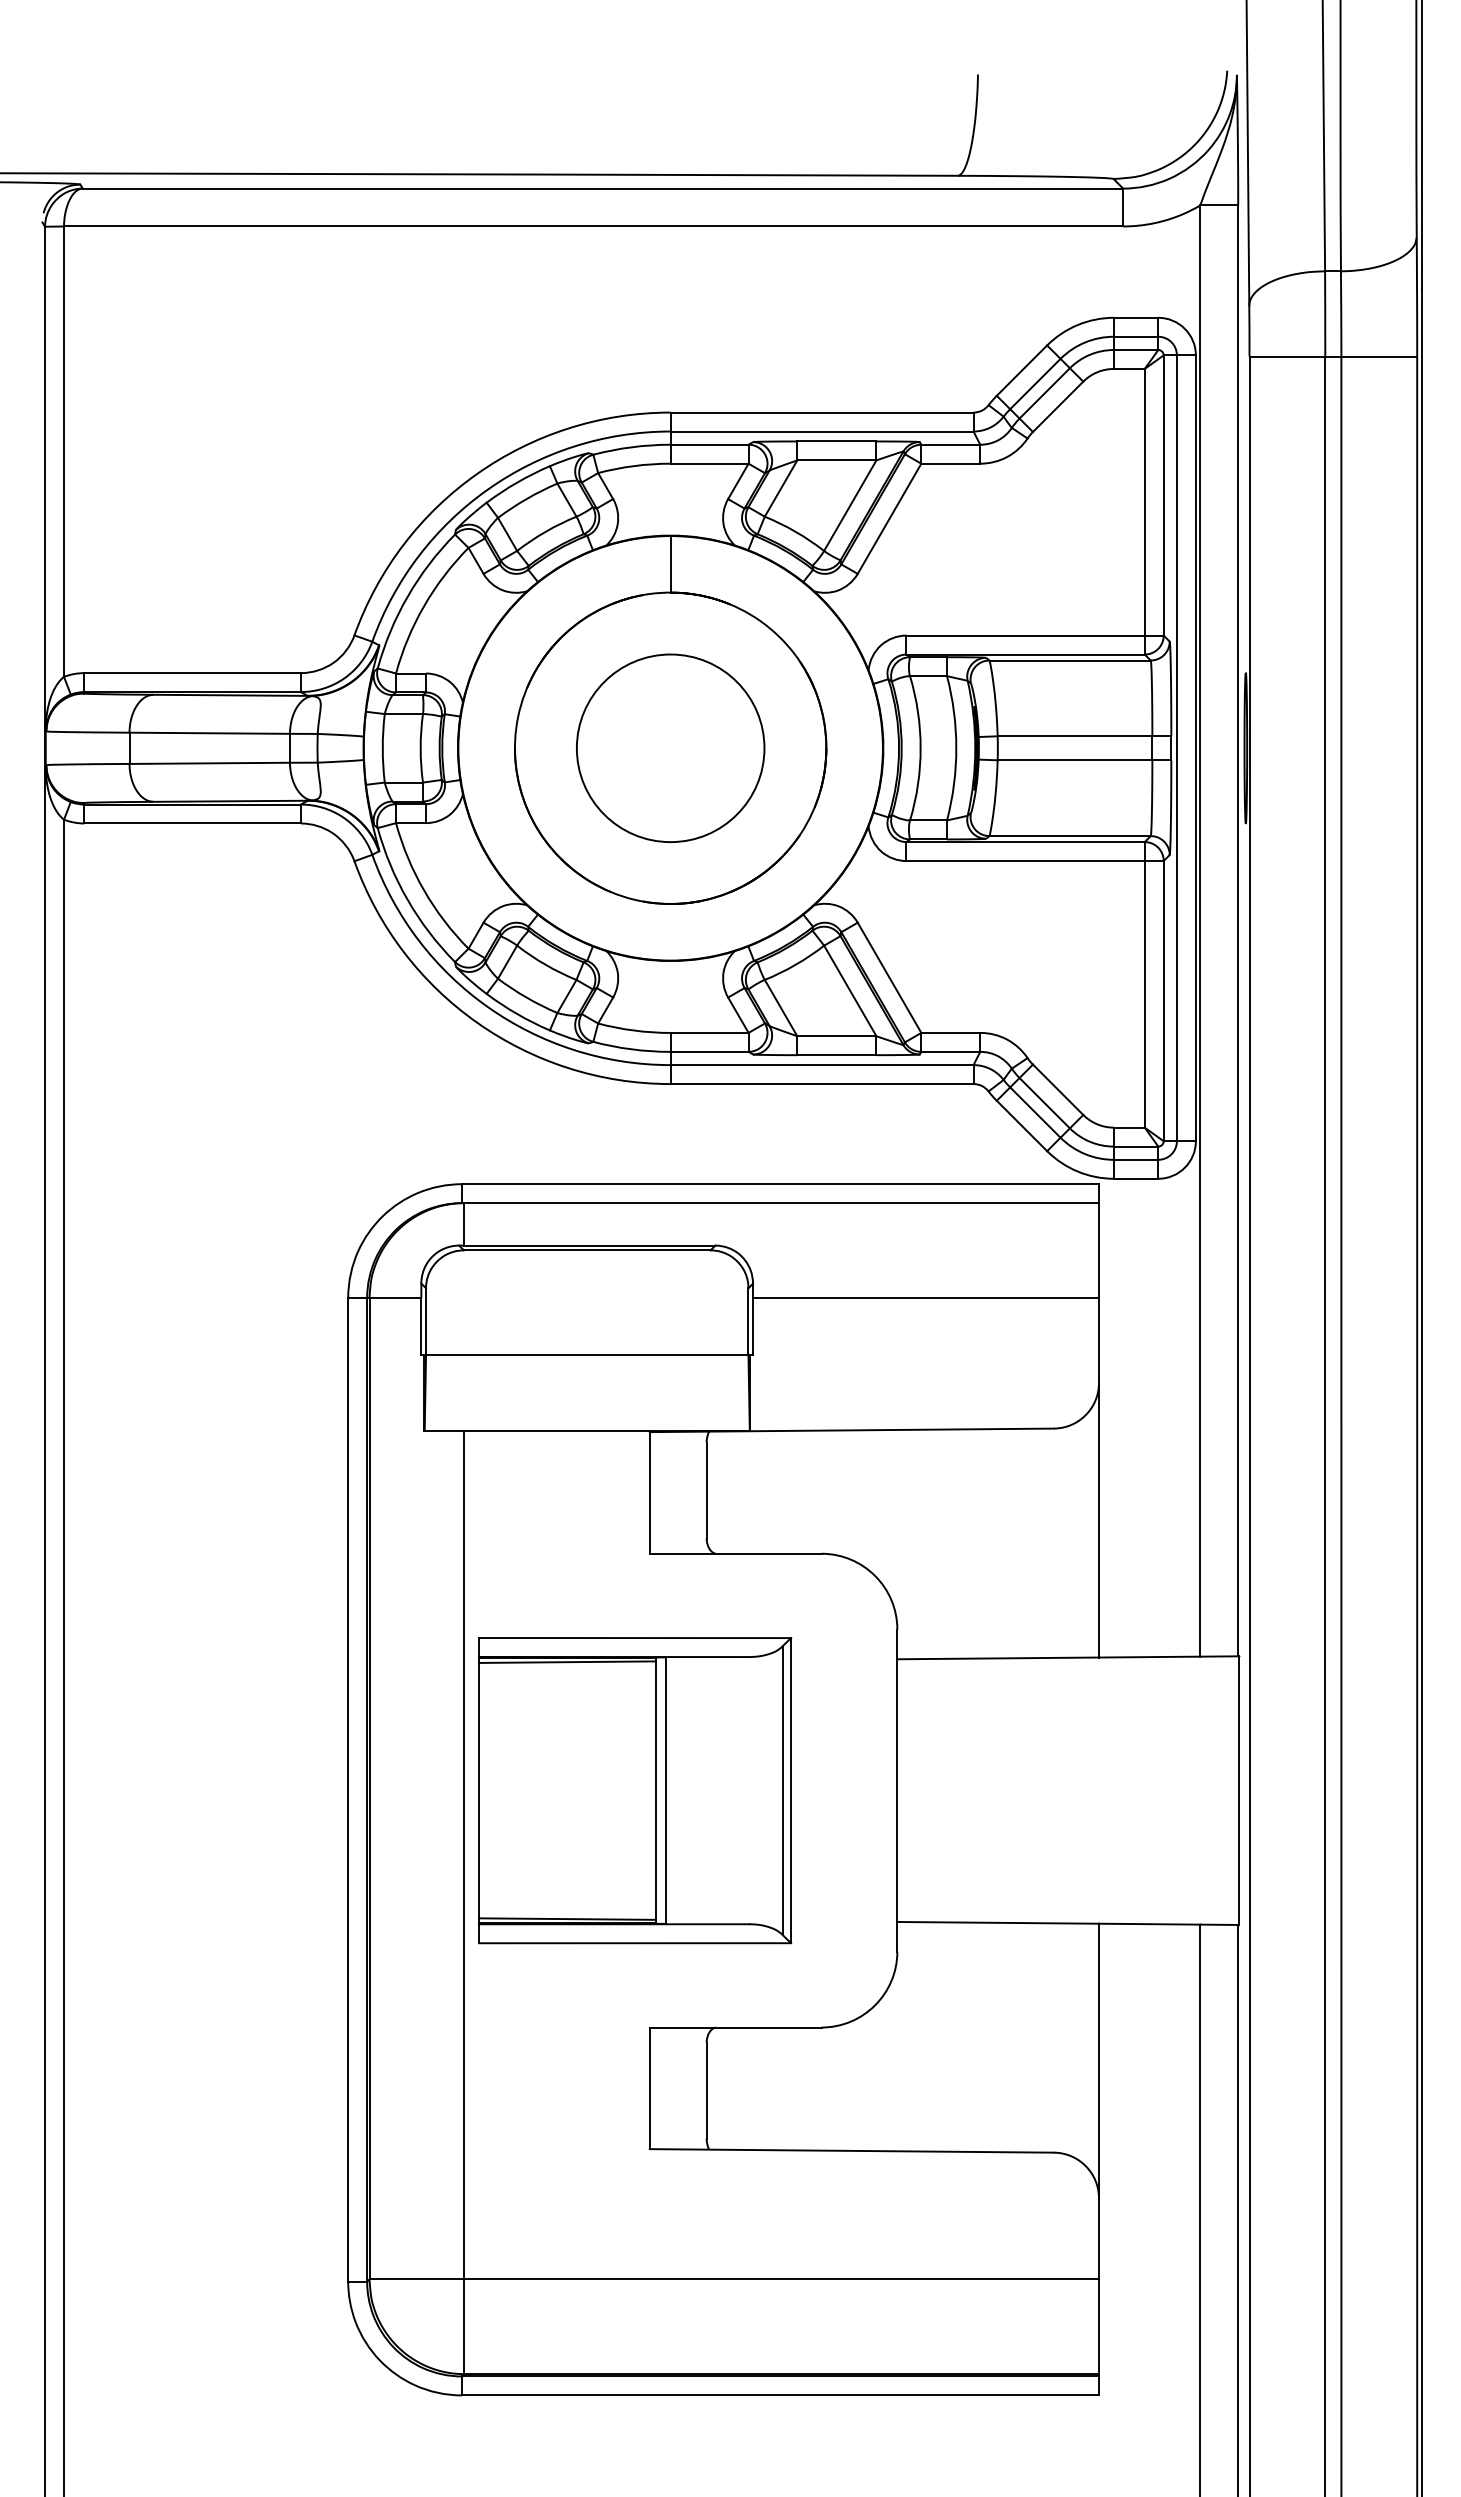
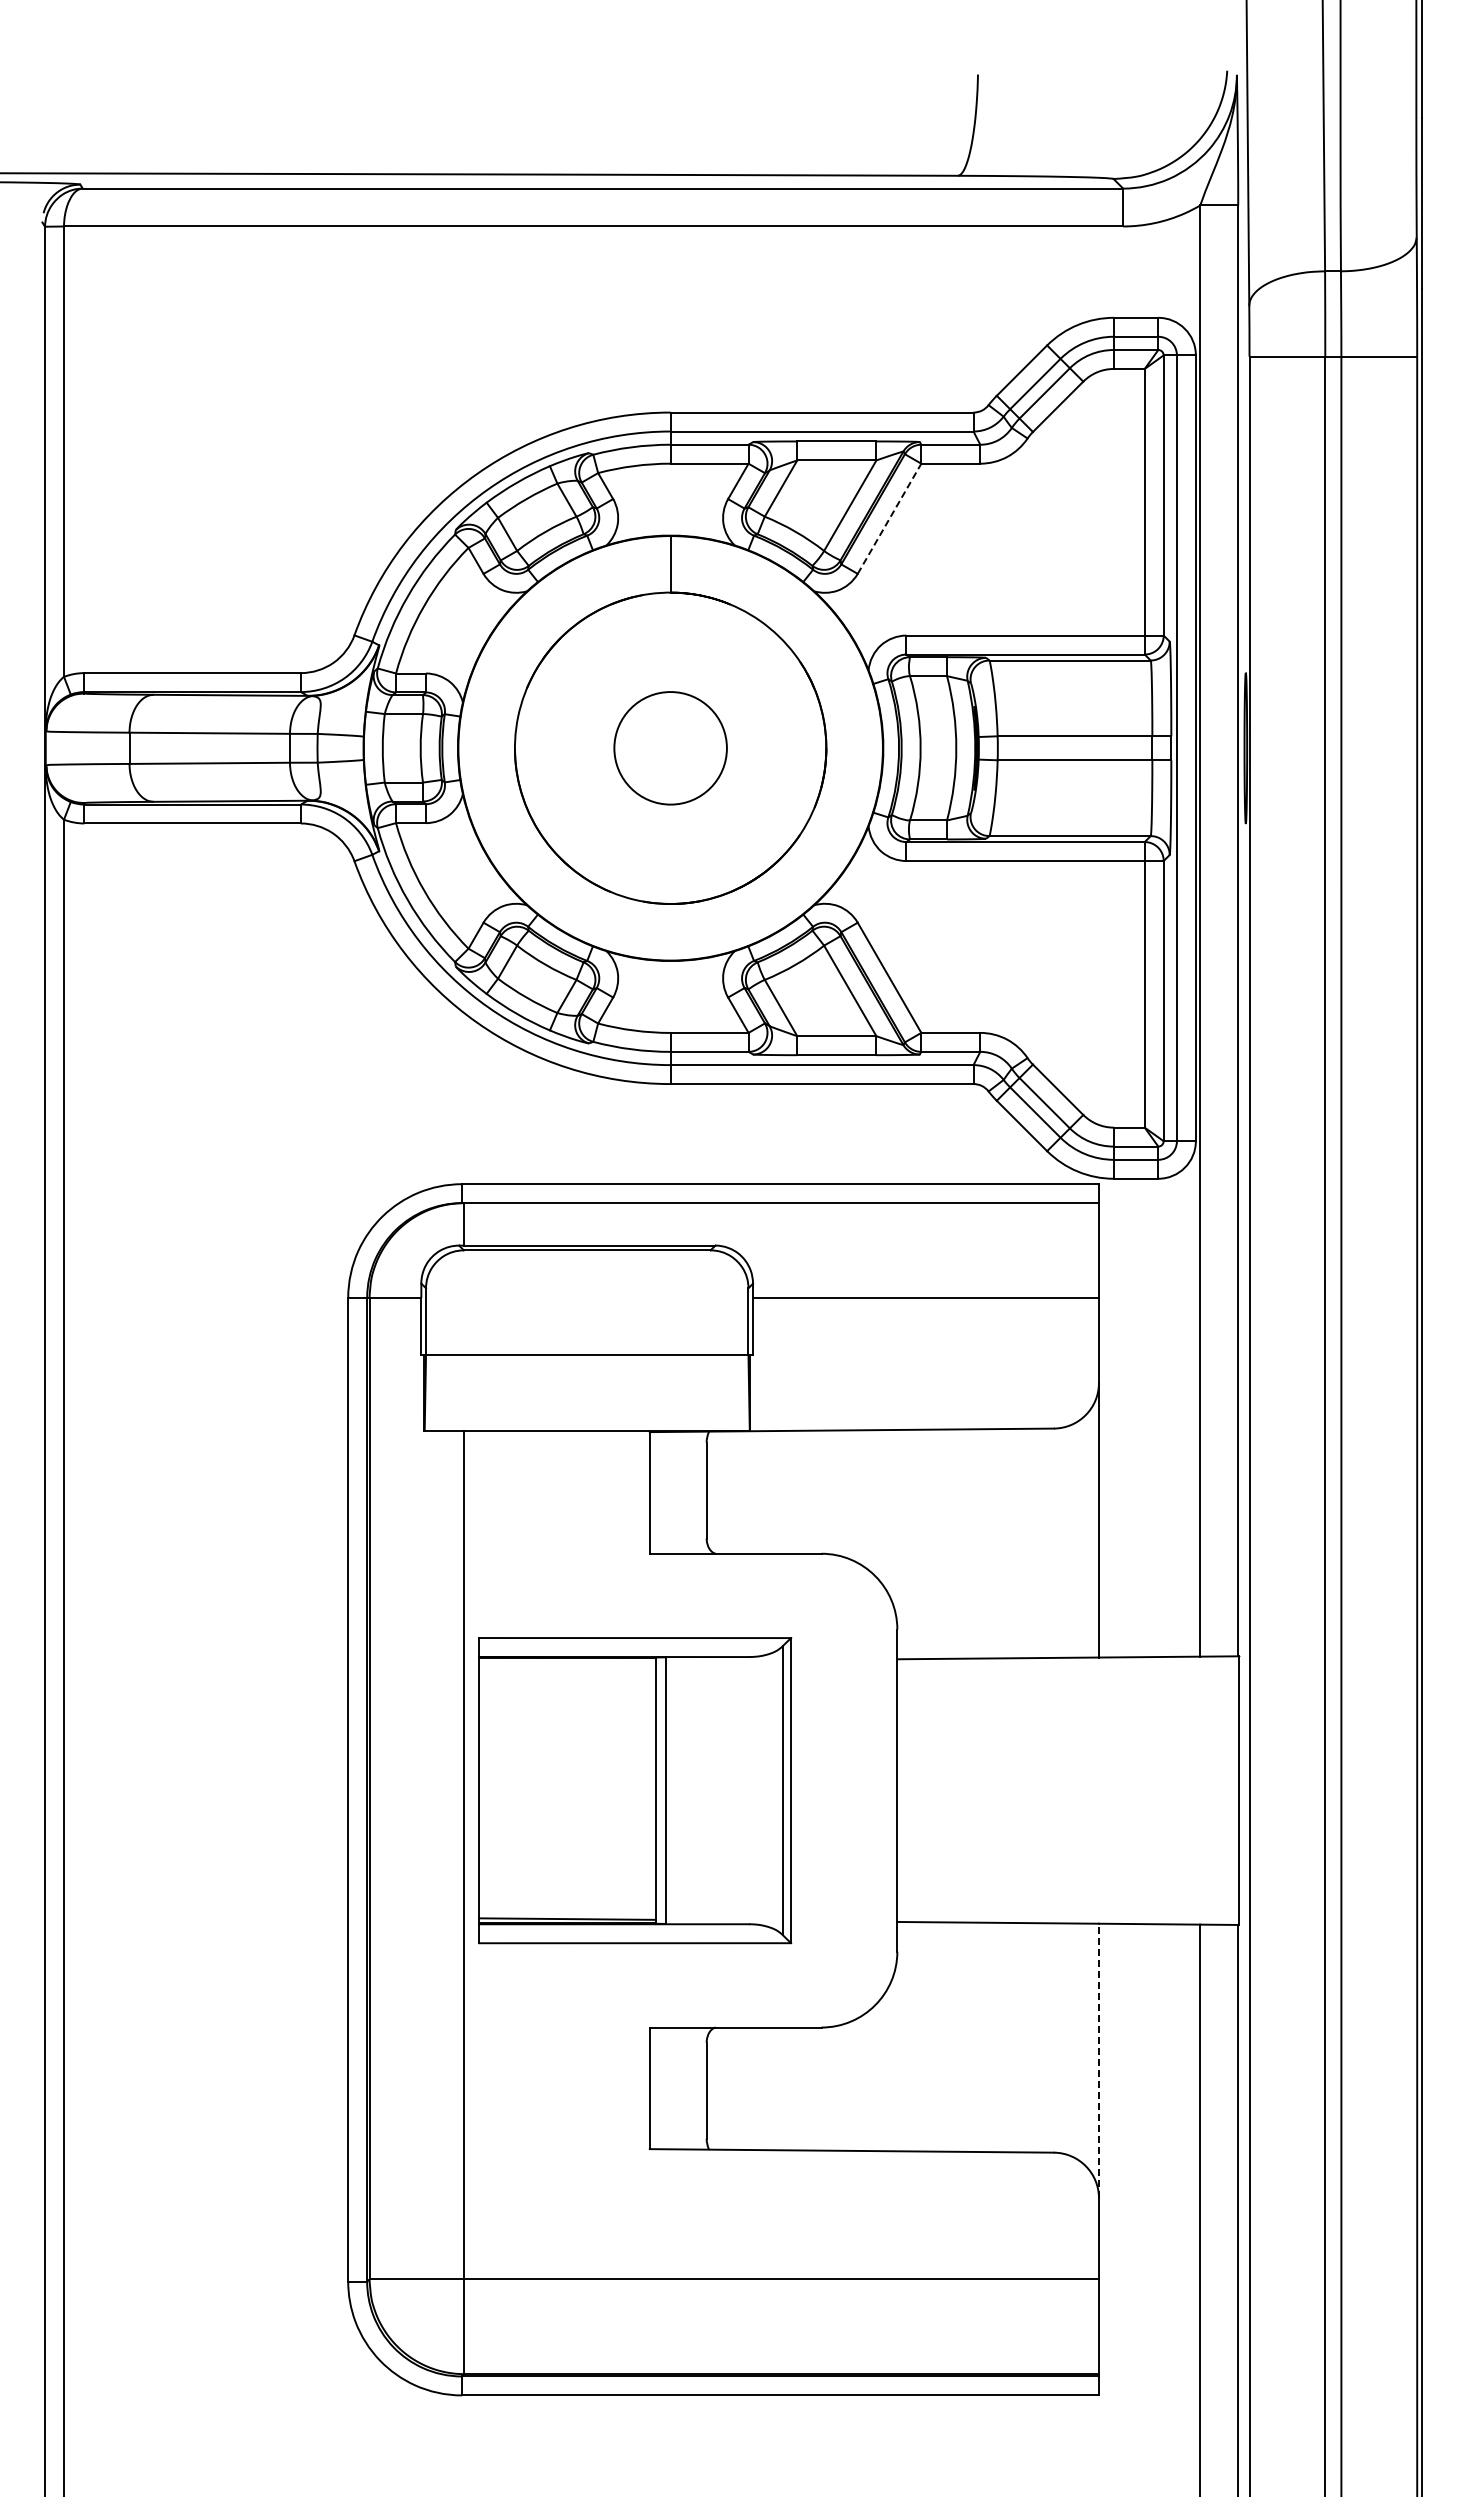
line at (889, 518): solid -> dashed
circle at (670, 748) diameter: 188 px -> 113 px
line at (567, 1661): present -> none
line at (1098, 2060): solid -> dashed
